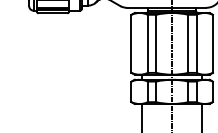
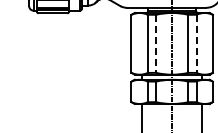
line at (156, 44): solid -> dashed
line at (196, 44): solid -> dashed
